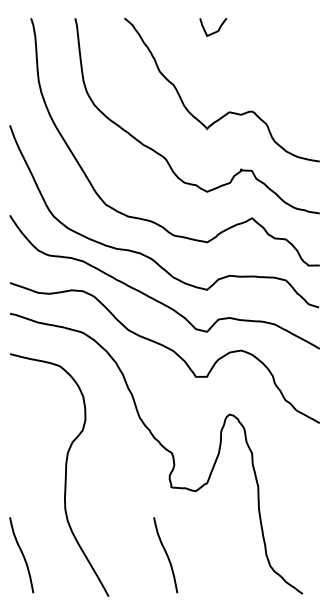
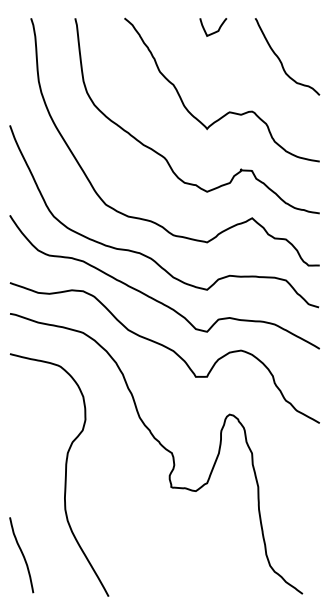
curve at (280, 59): none -> present
curve at (165, 554): present -> none
